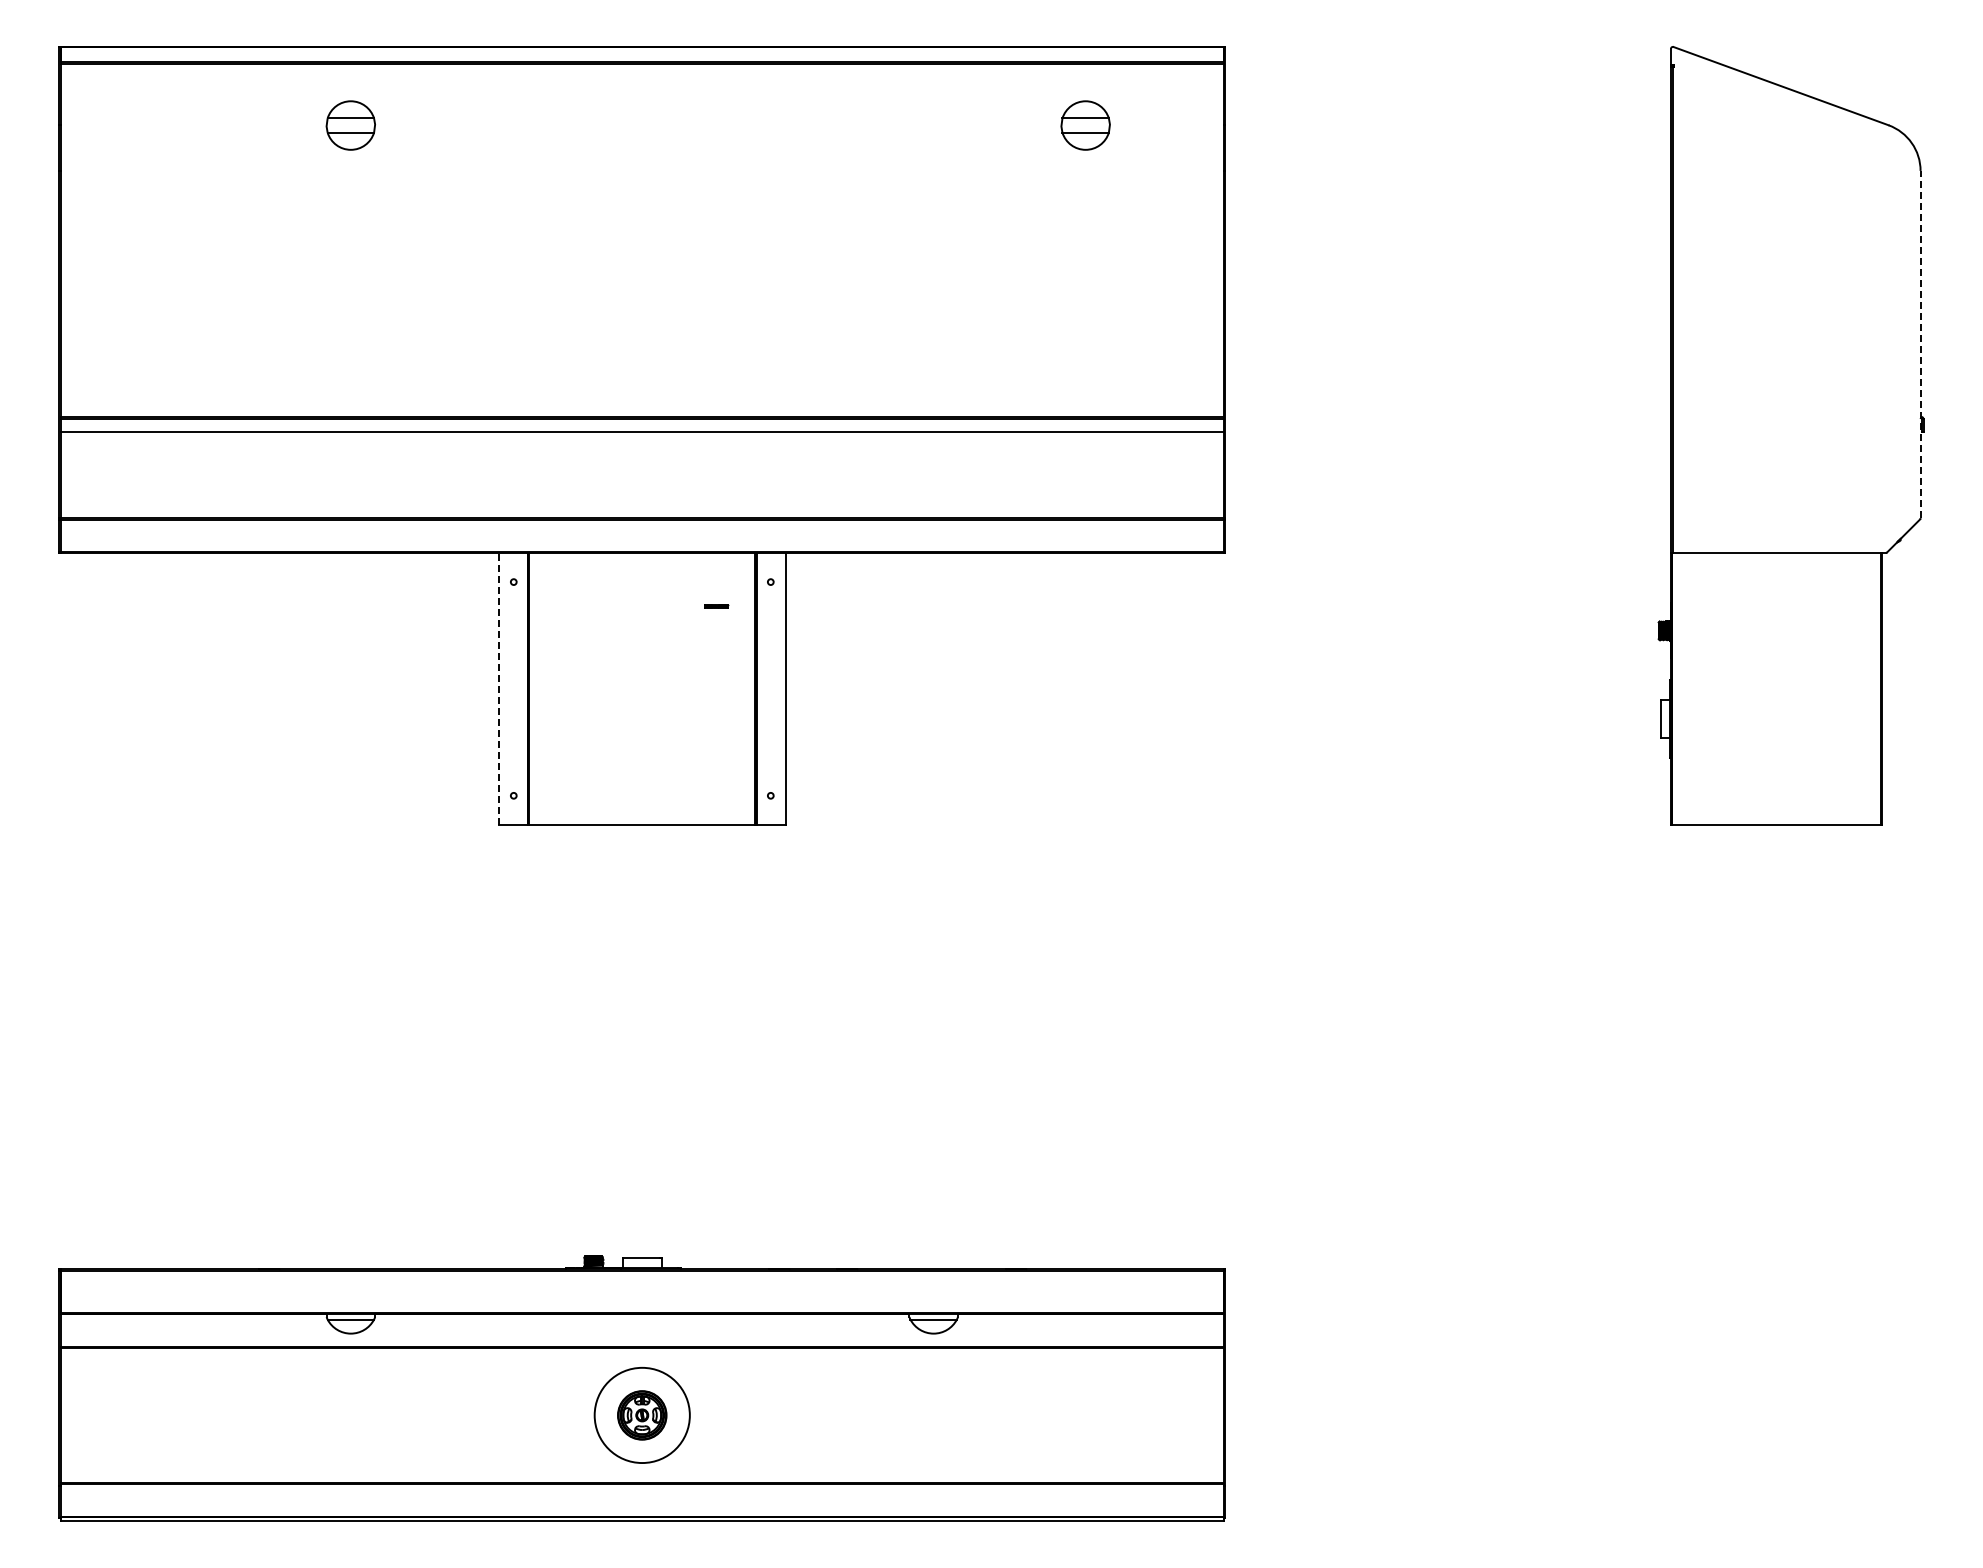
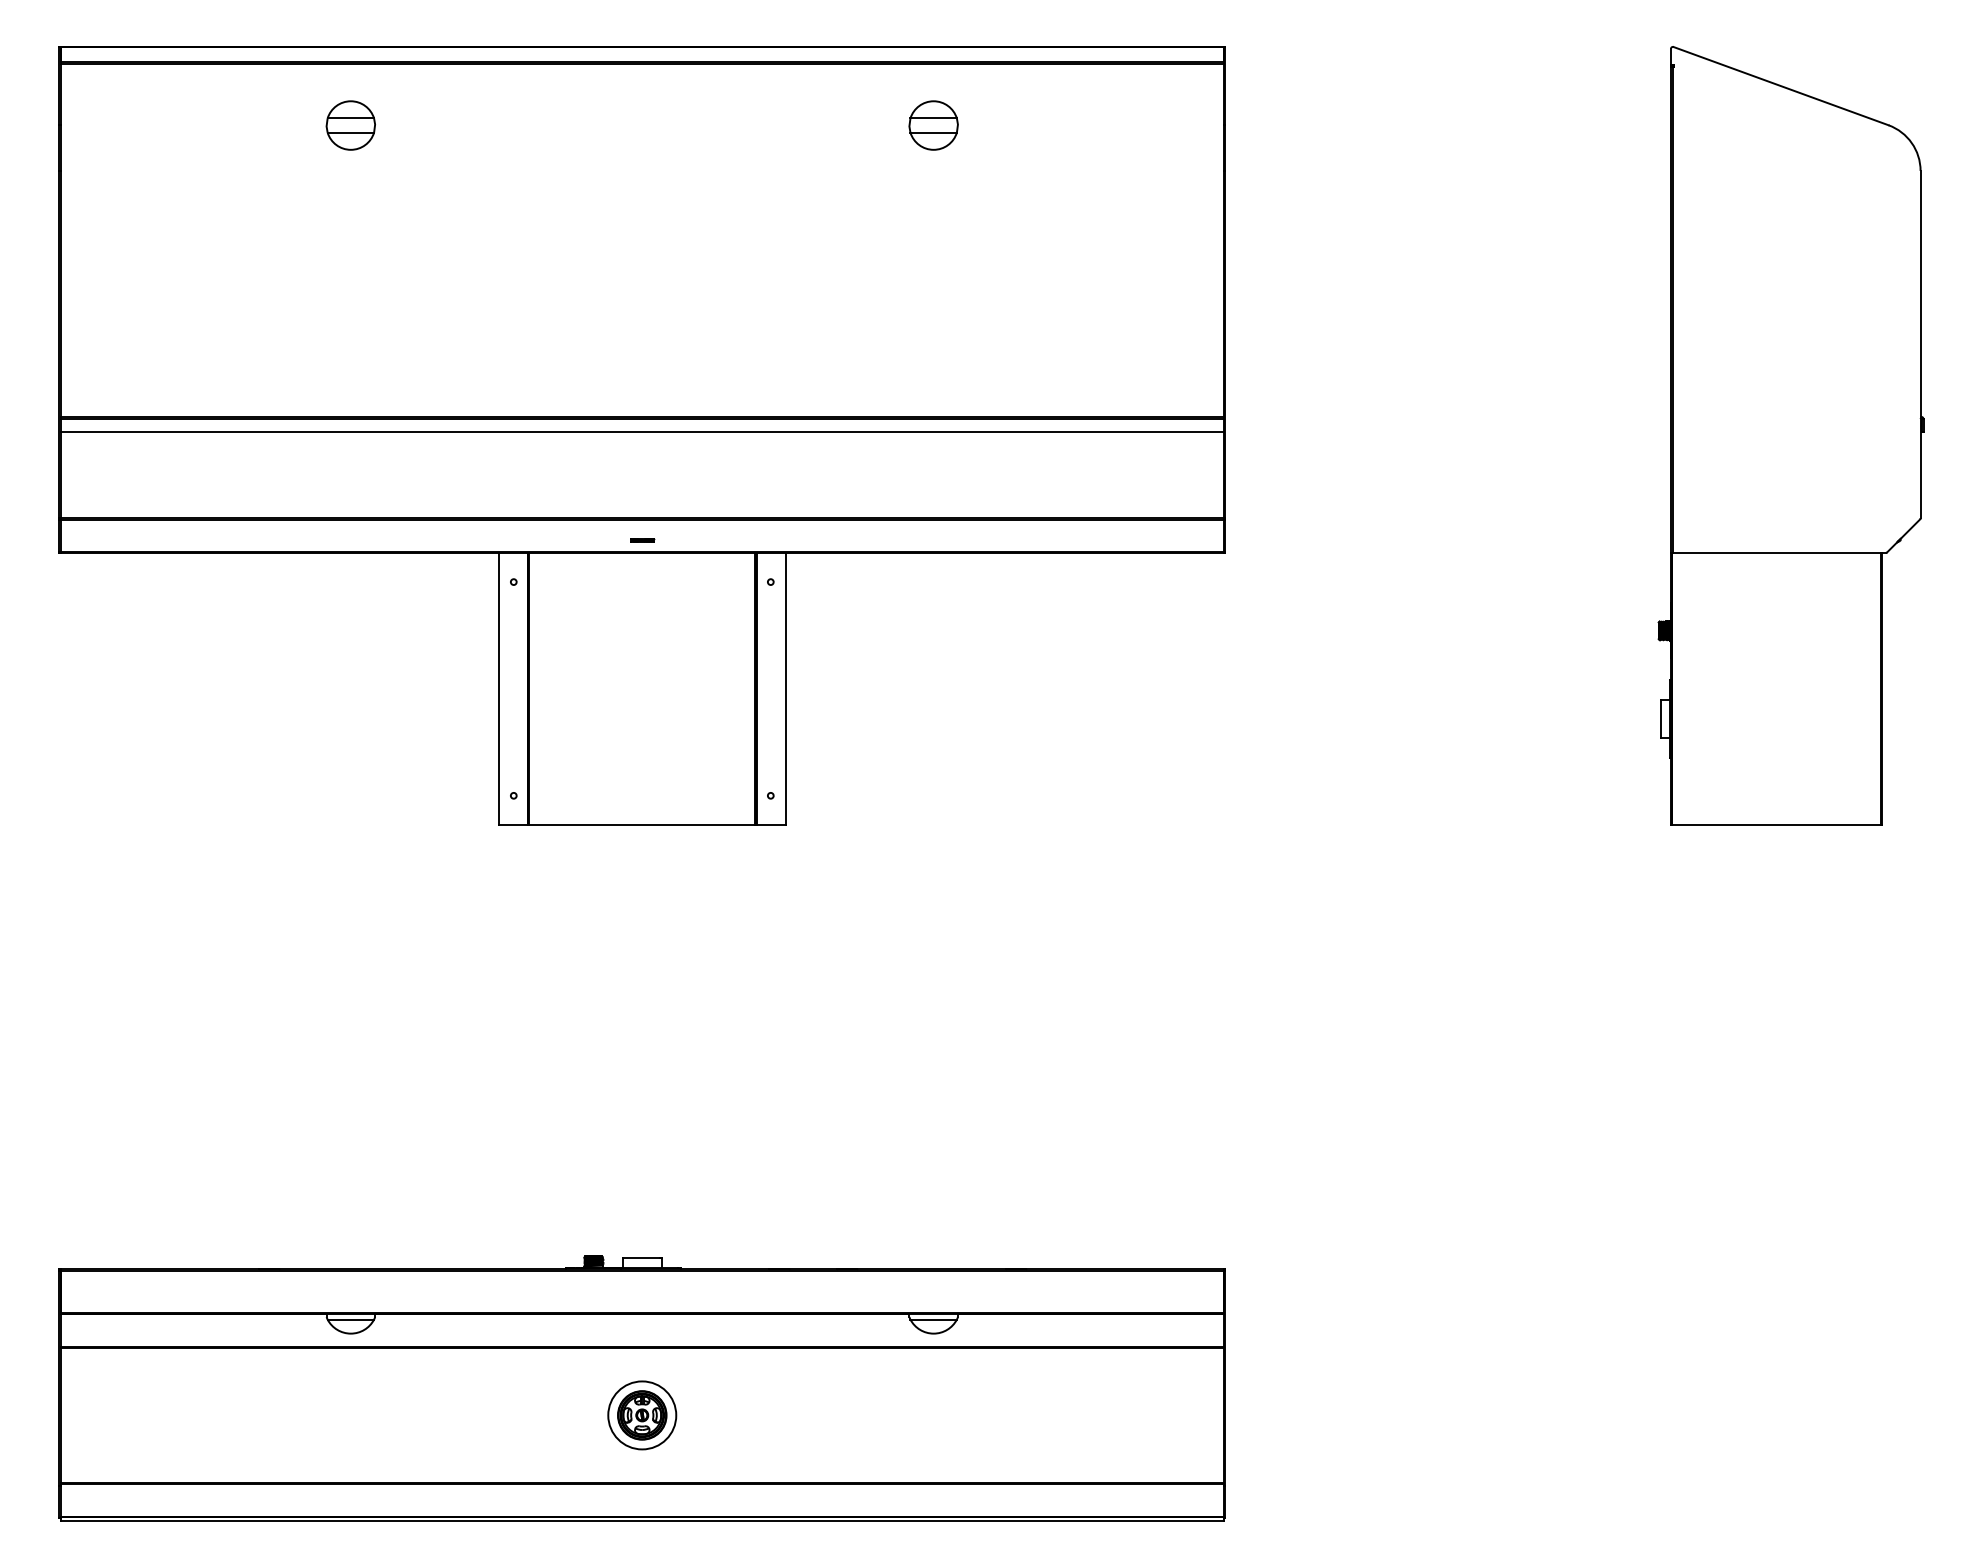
part at (1085, 125) position: (1085, 125) -> (933, 125)
line at (1920, 344): dashed -> solid
line at (716, 606) position: (716, 606) -> (642, 540)
line at (498, 688): dashed -> solid
circle at (641, 1415) diameter: 95 px -> 68 px
